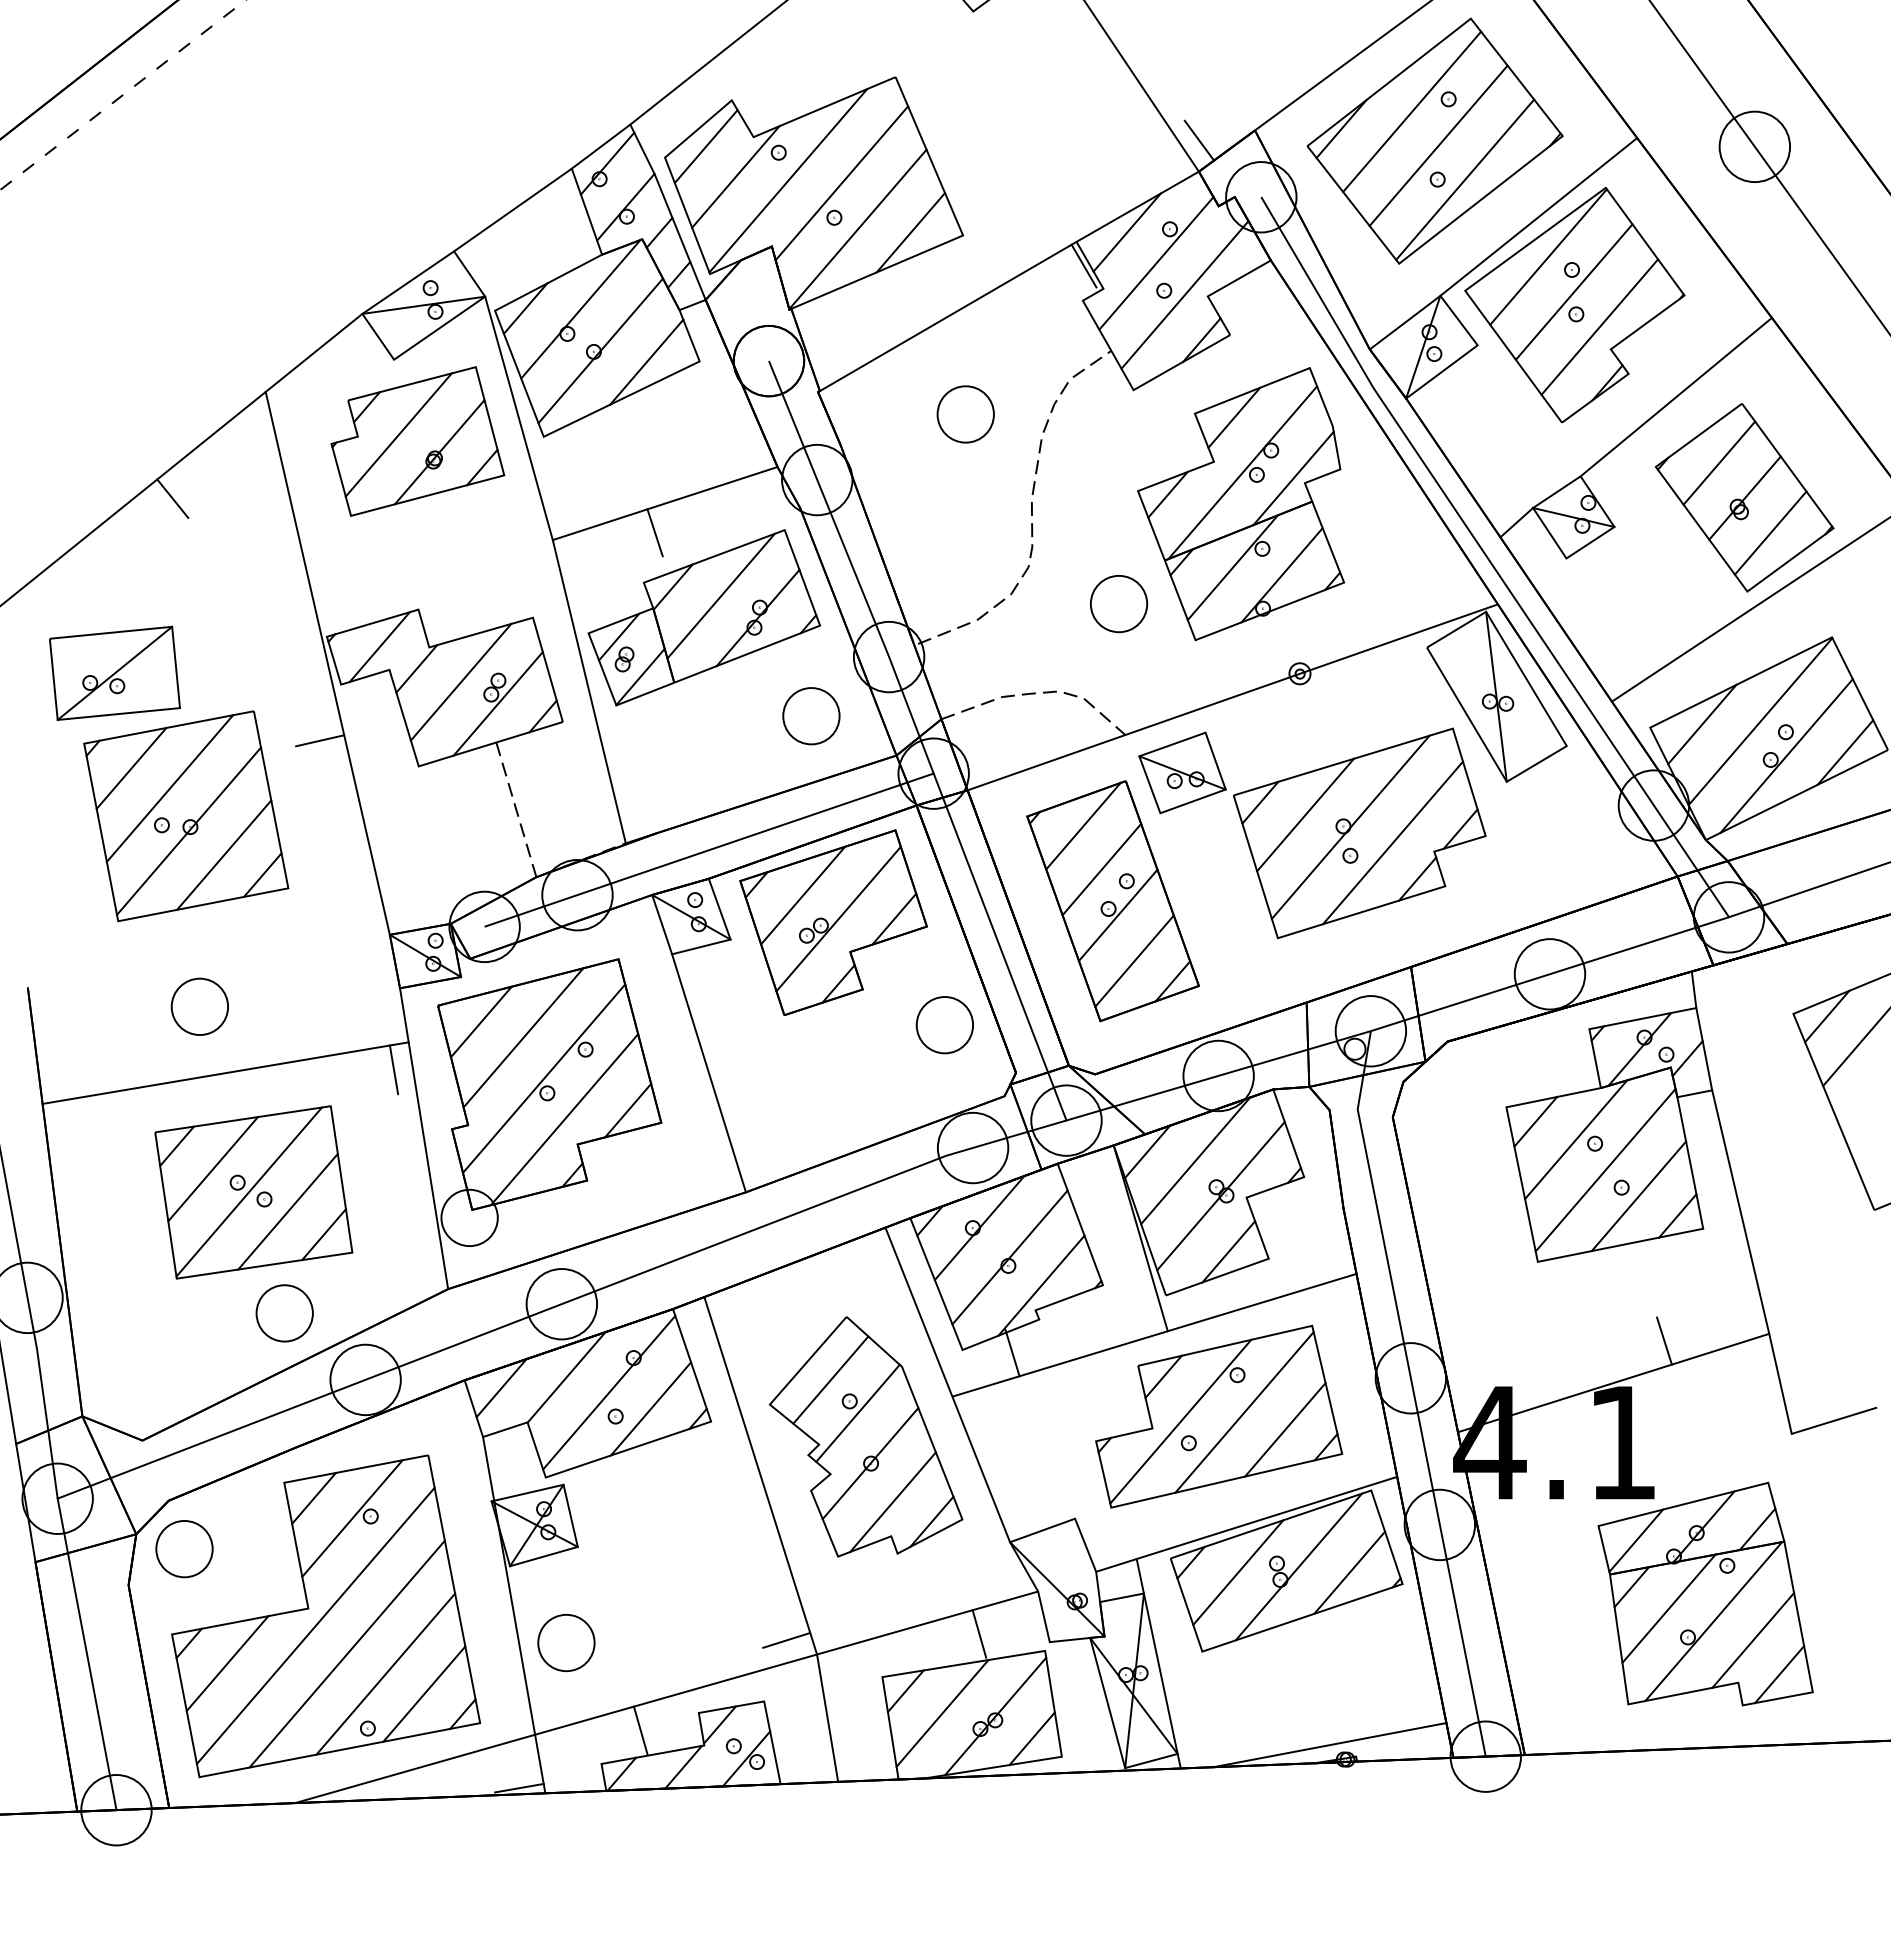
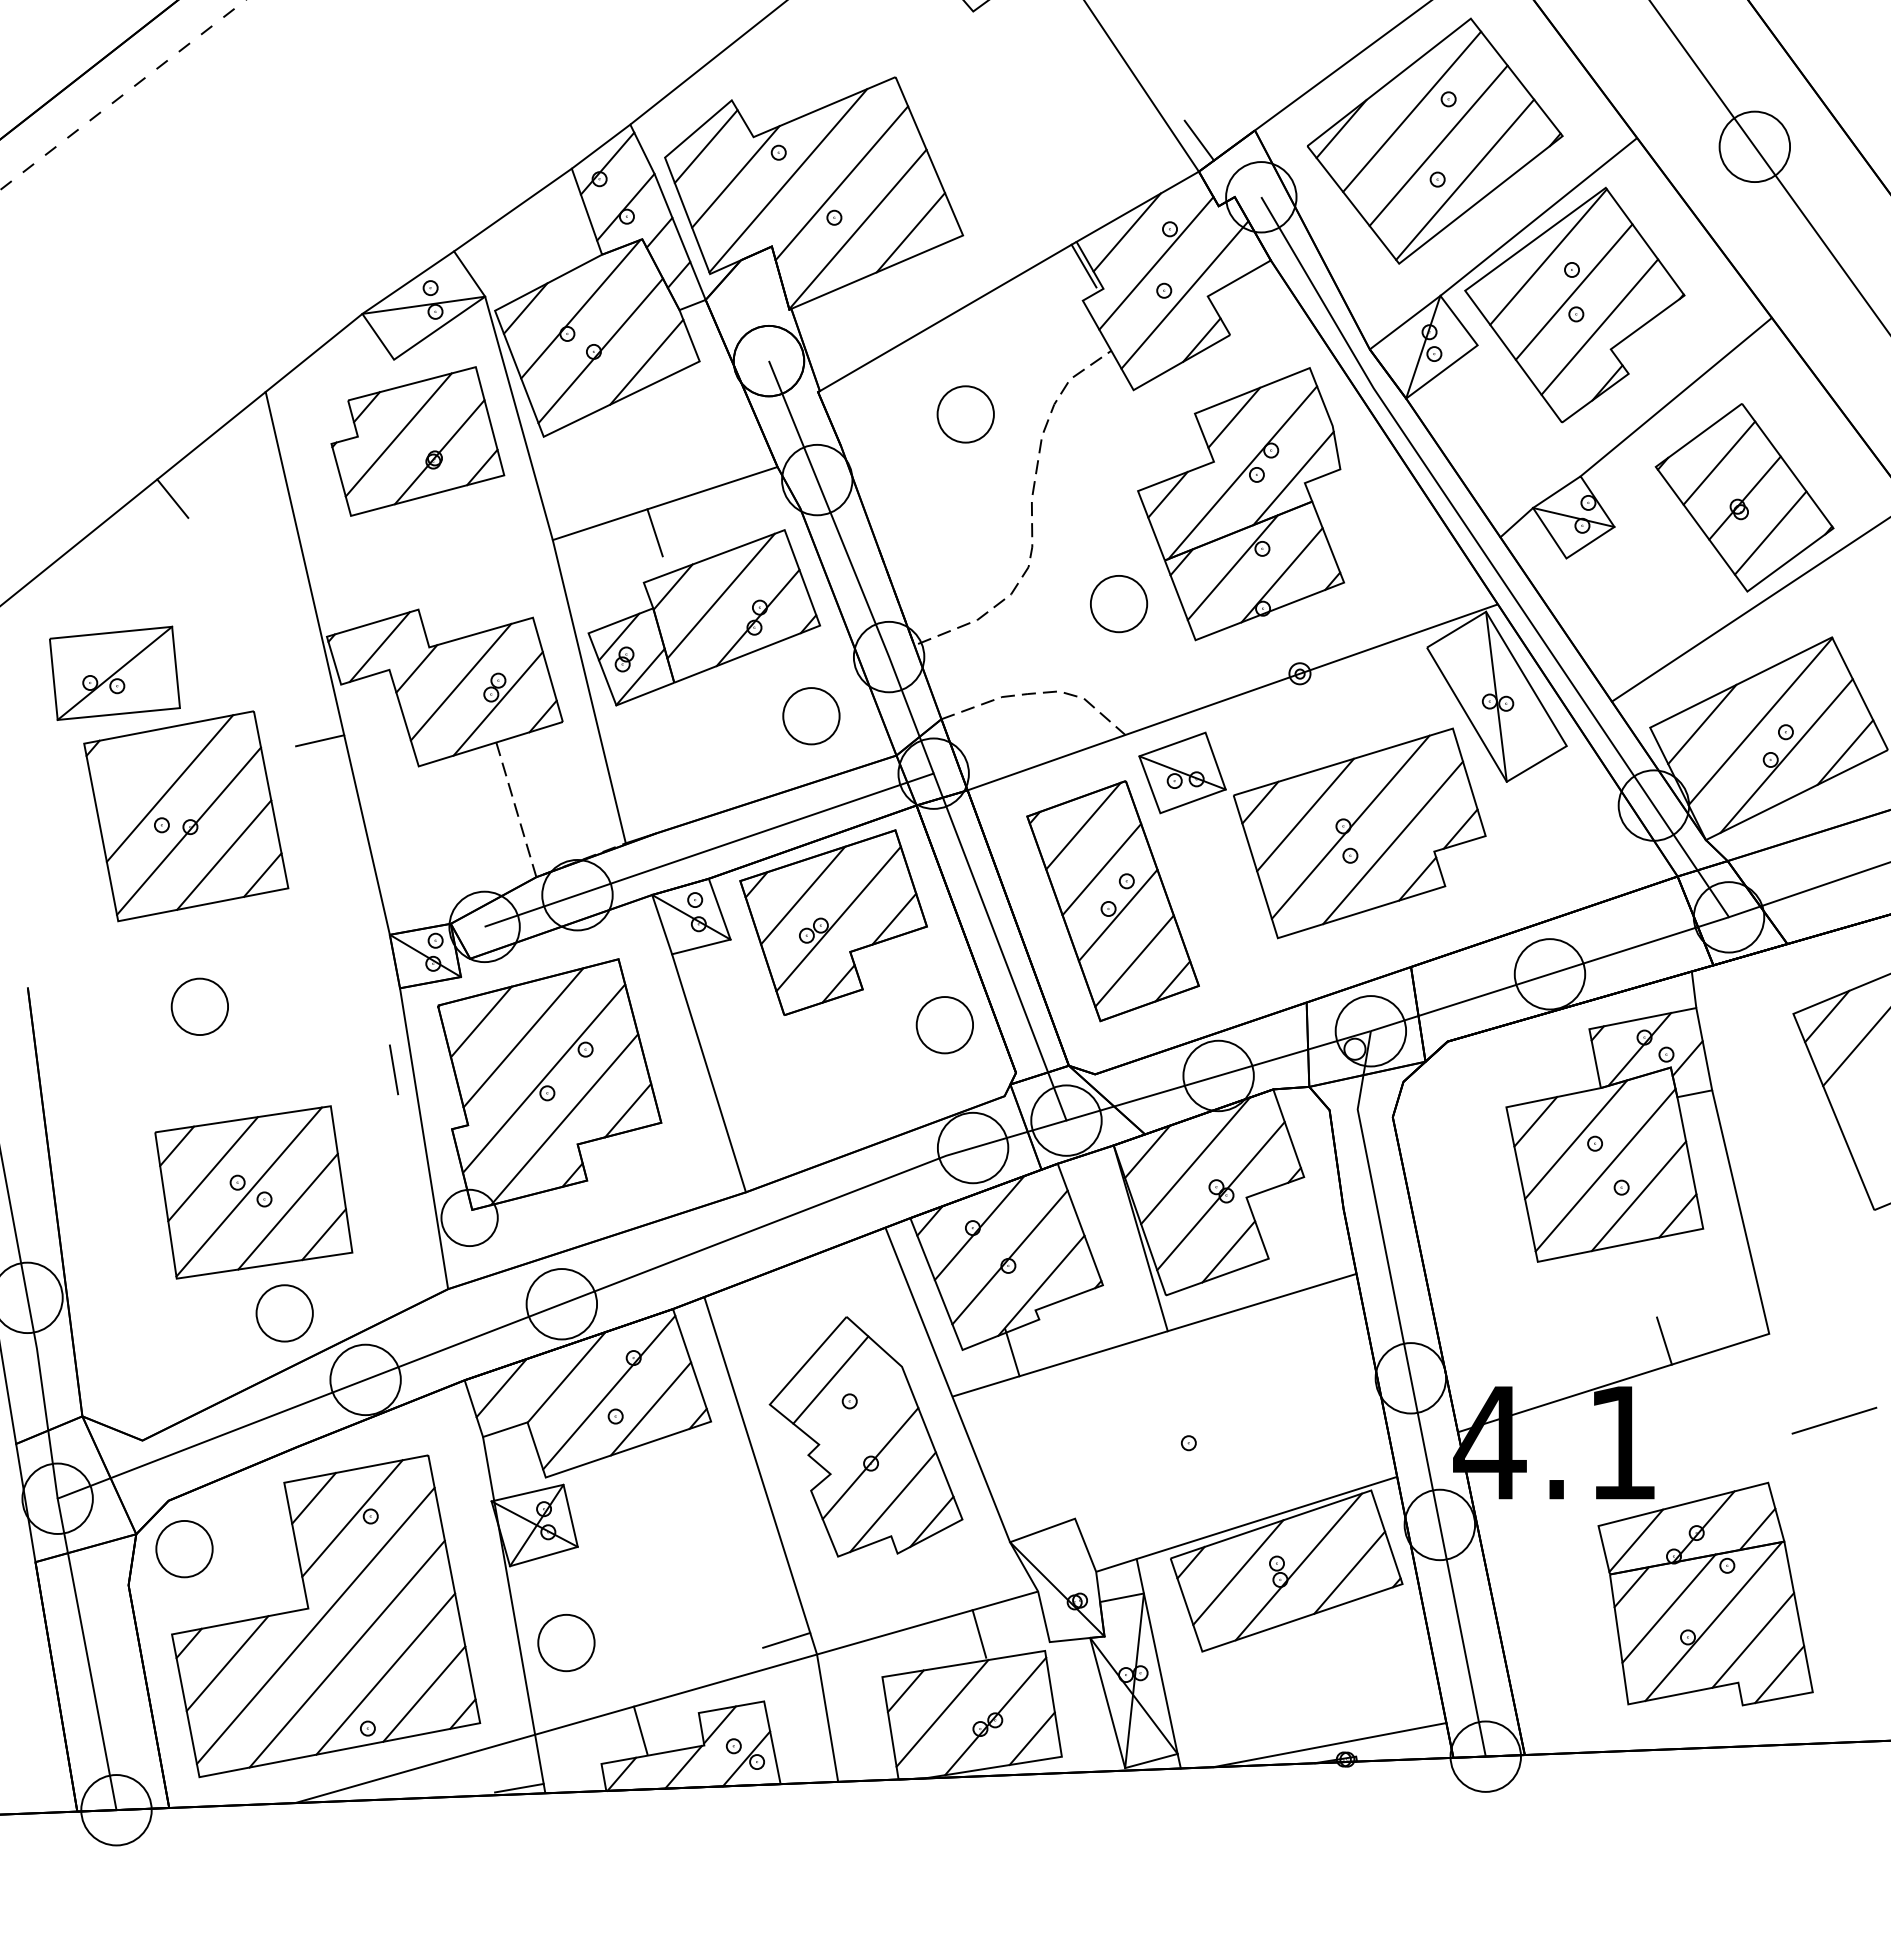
line at (131, 767): present -> none
line at (225, 1072): present -> none
line at (1780, 1383): present -> none
line at (857, 1412): present -> none
part at (1219, 1416): present -> none
